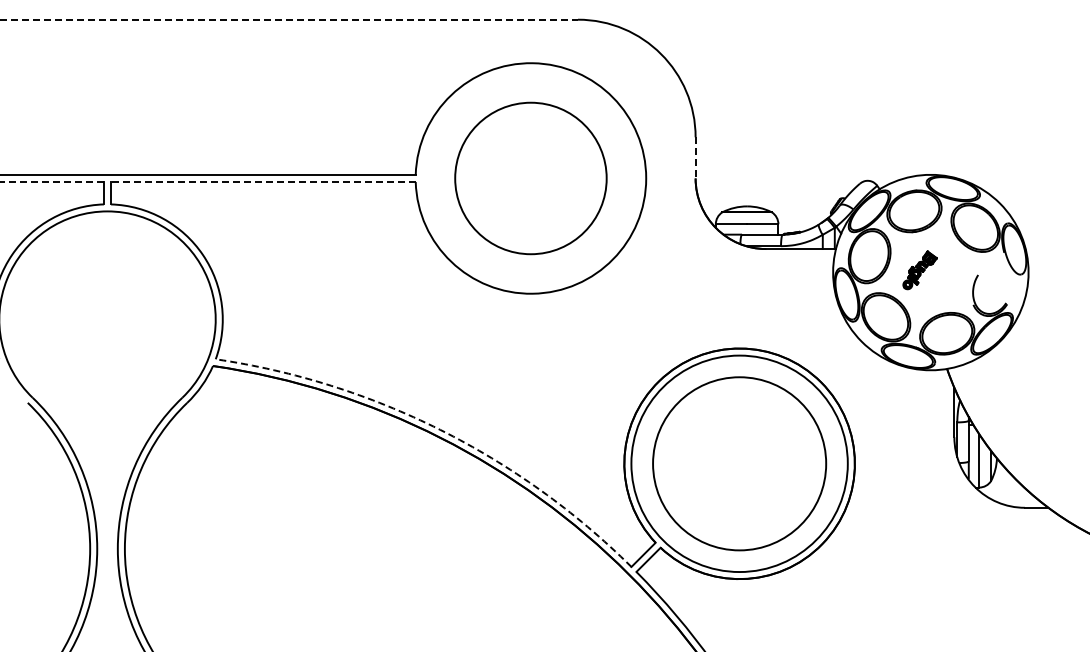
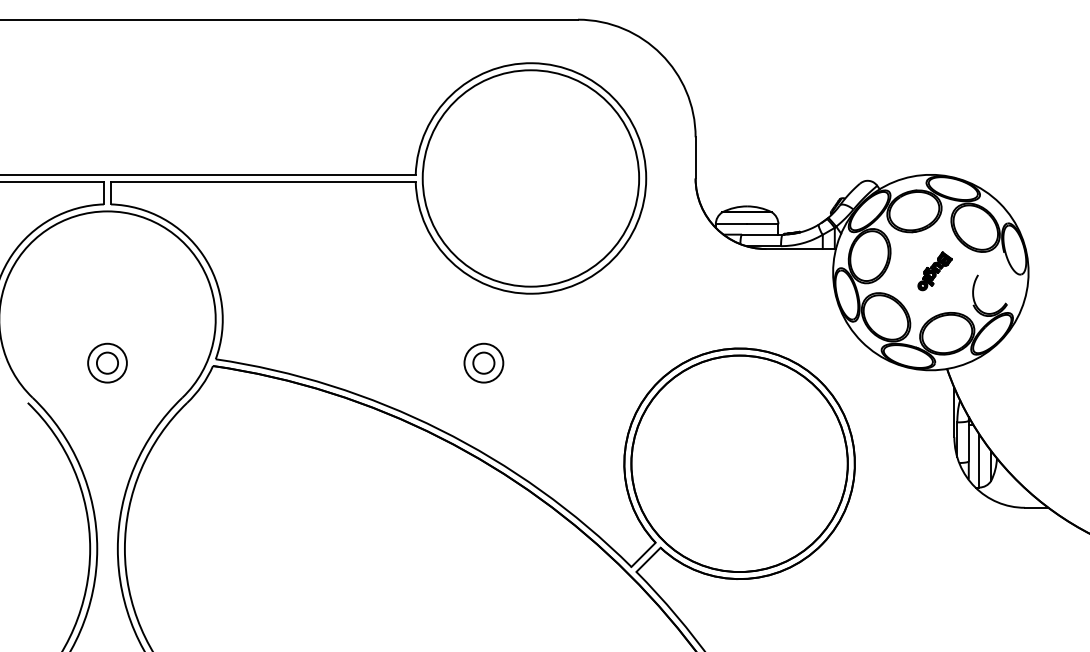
line at (289, 19): dashed -> solid
line at (695, 157): dashed -> solid
circle at (530, 178) diameter: 151 px -> 216 px
line at (52, 182): dashed -> solid
line at (262, 182): dashed -> solid
part at (919, 270) position: (919, 270) -> (934, 271)
part at (107, 362): none -> present
part at (483, 362): none -> present
arc at (440, 429): dashed -> solid
circle at (739, 463) diameter: 173 px -> 216 px
